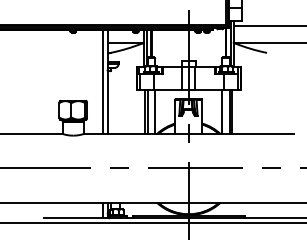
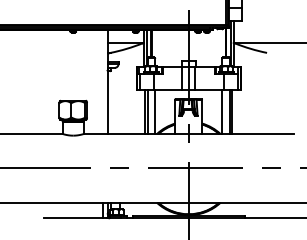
line at (268, 25): present -> none
line at (102, 82): present -> none
line at (152, 223): present -> none
